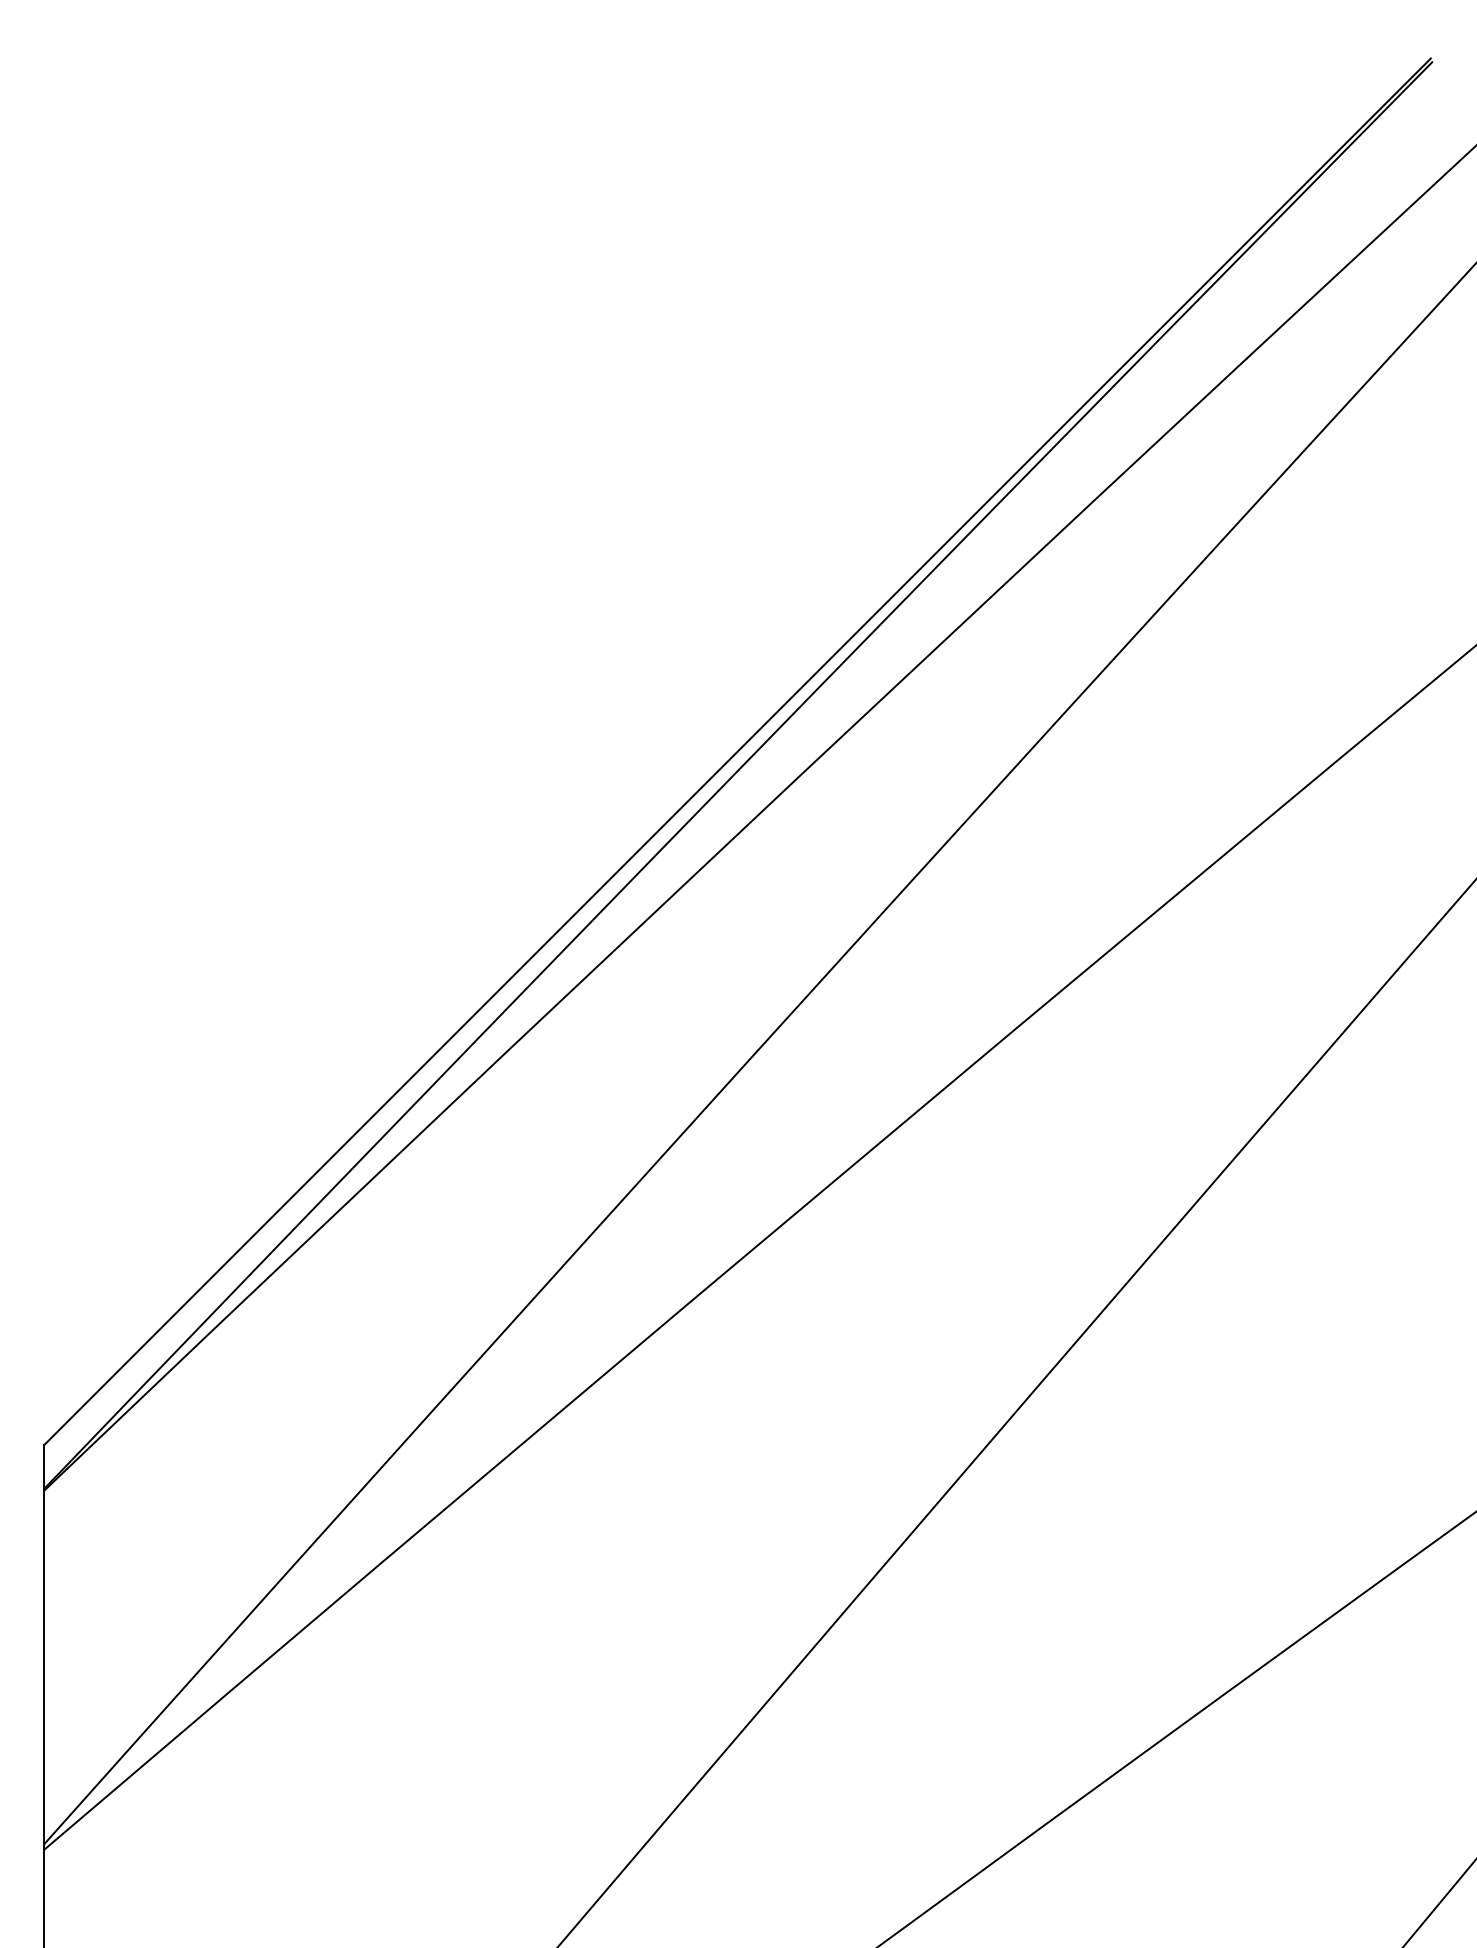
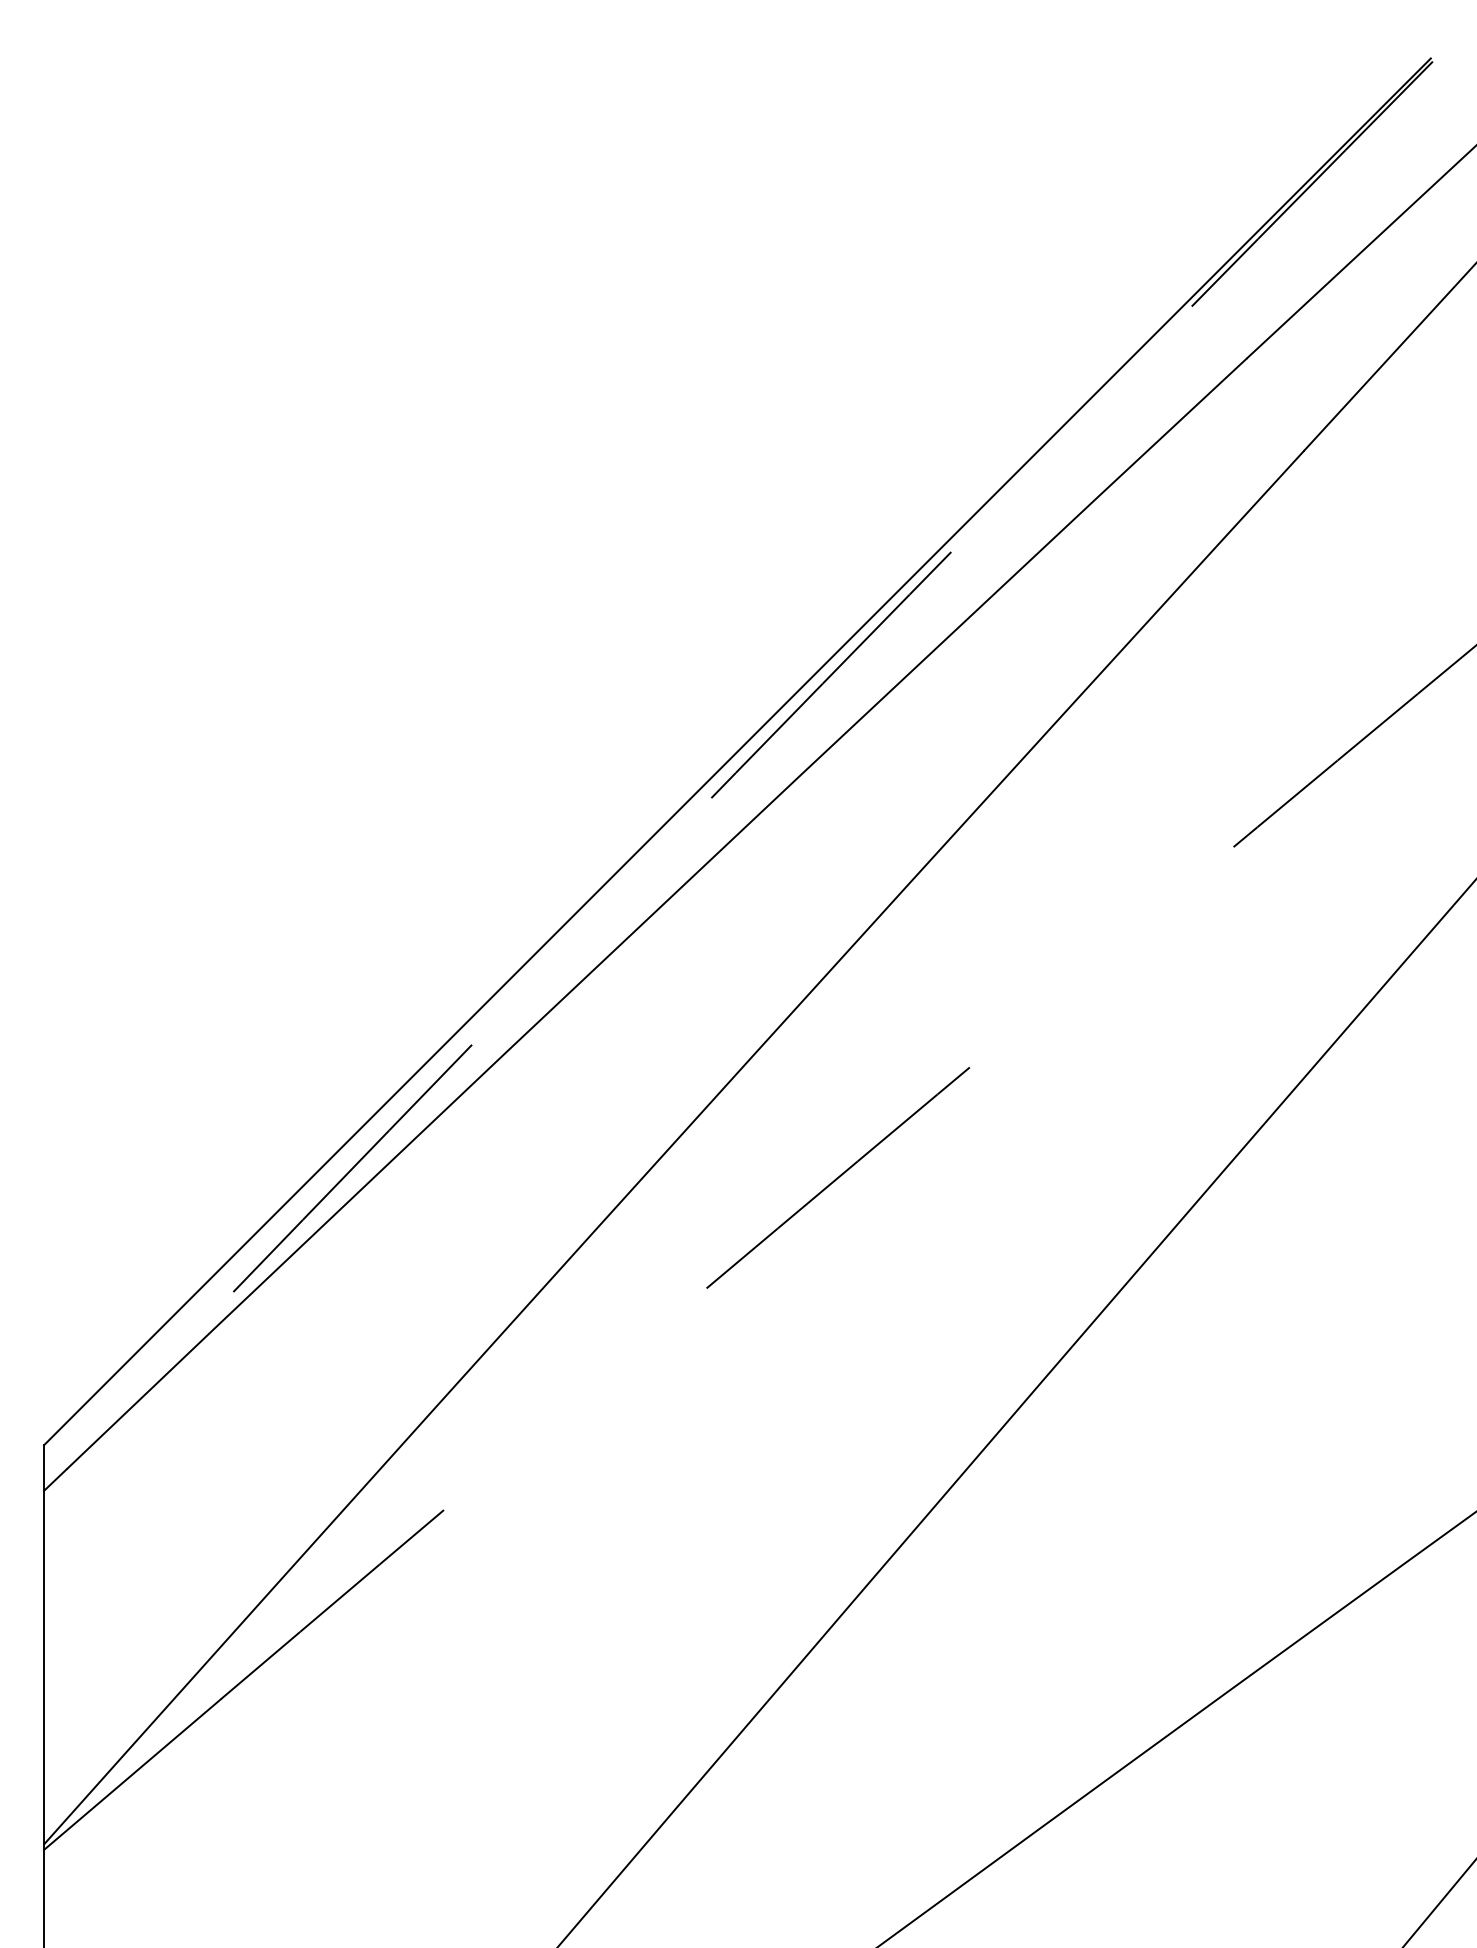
arc at (735, 772): solid -> dashed
arc at (847, 1170): solid -> dashed
